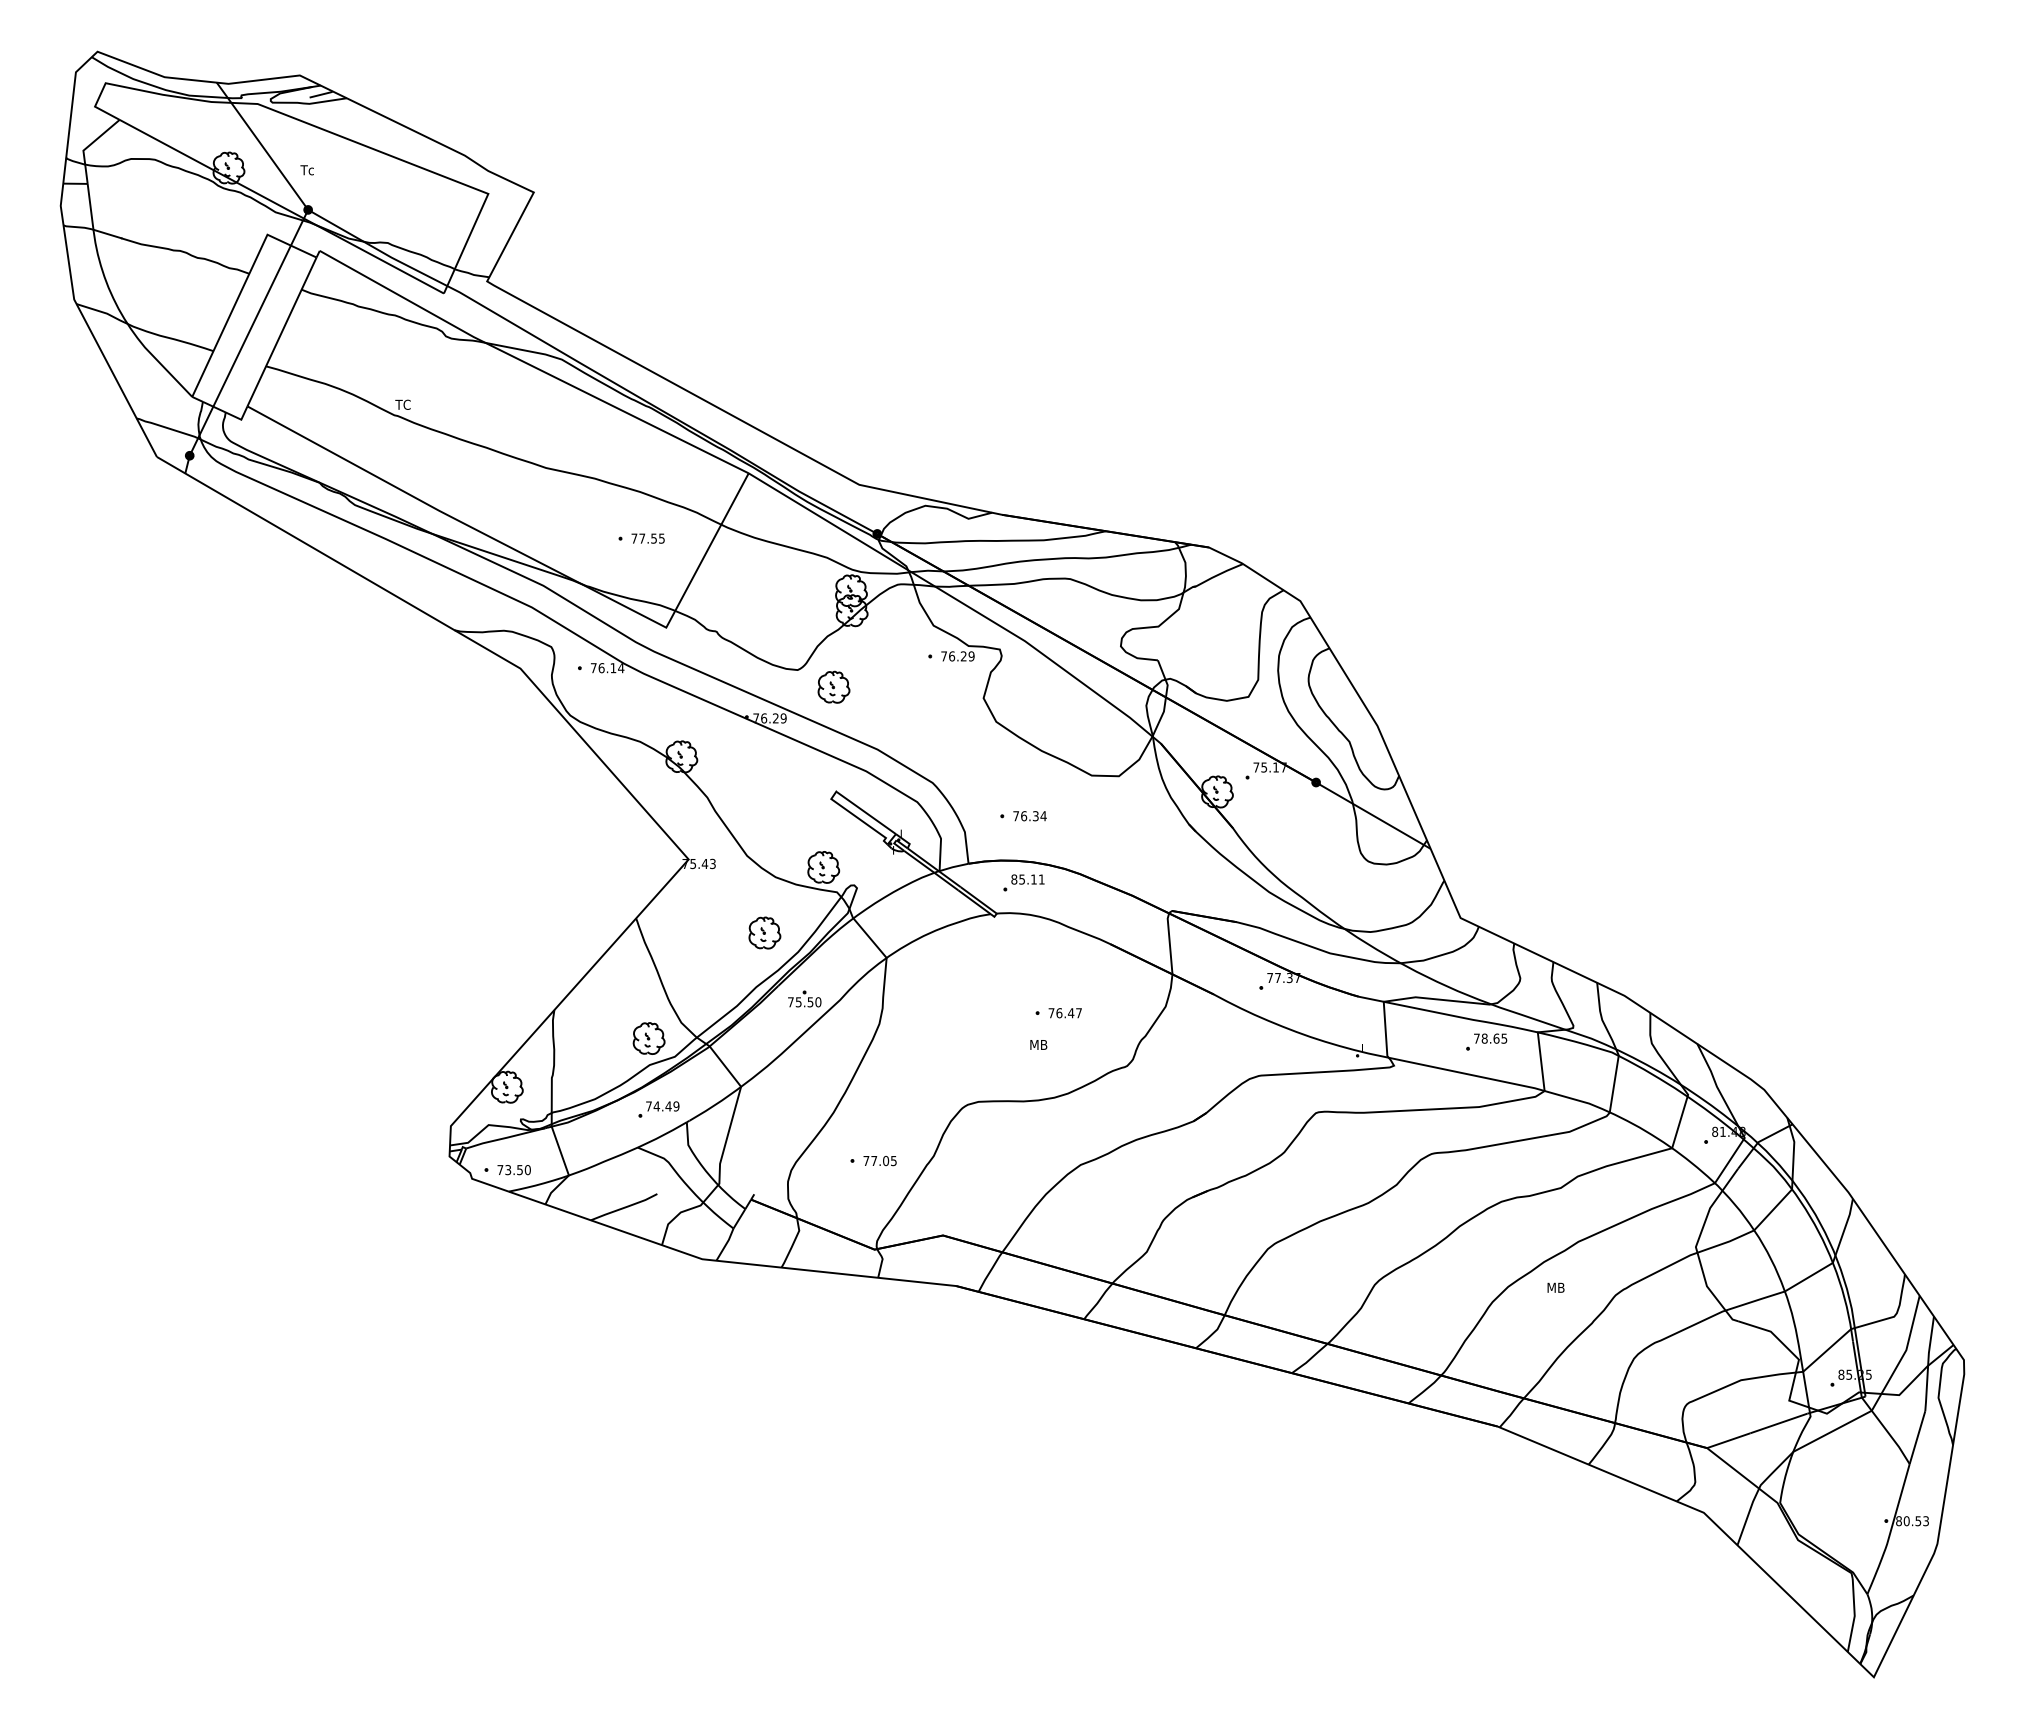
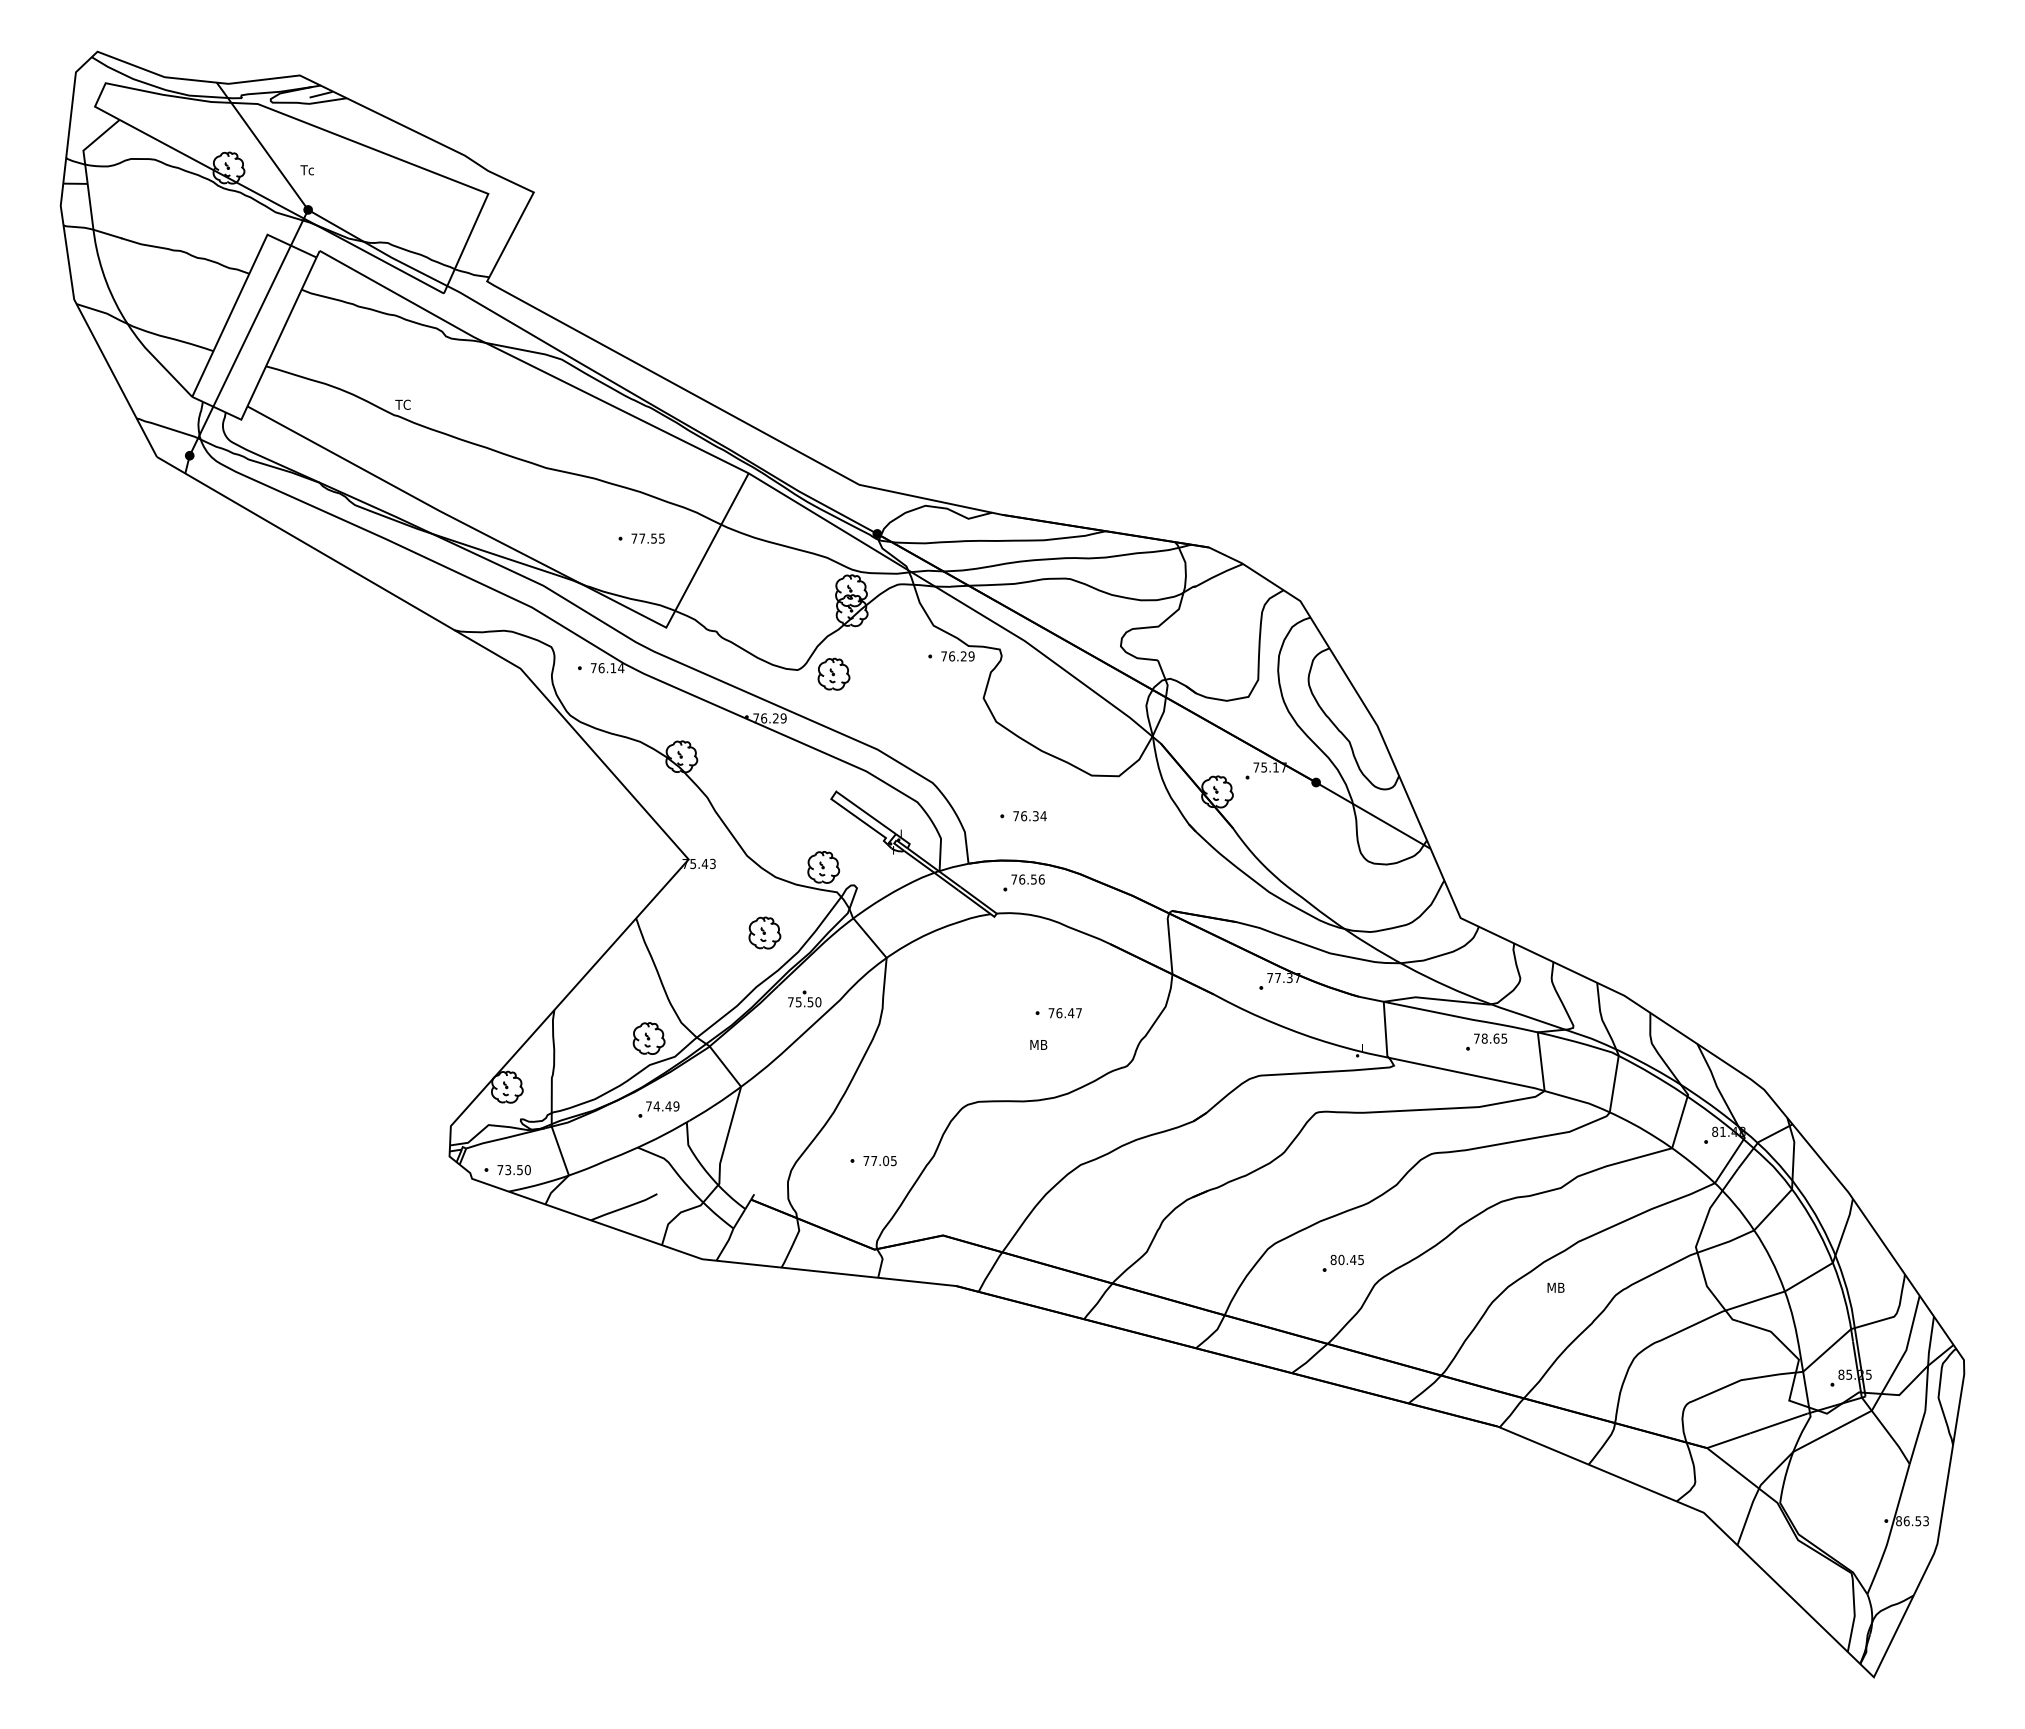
part at (833, 686) position: (833, 686) -> (833, 673)
text at (1027, 879): 85.11 -> 76.56
part at (1342, 1262): none -> present
text at (1906, 1520): 80.53 -> 86.53
